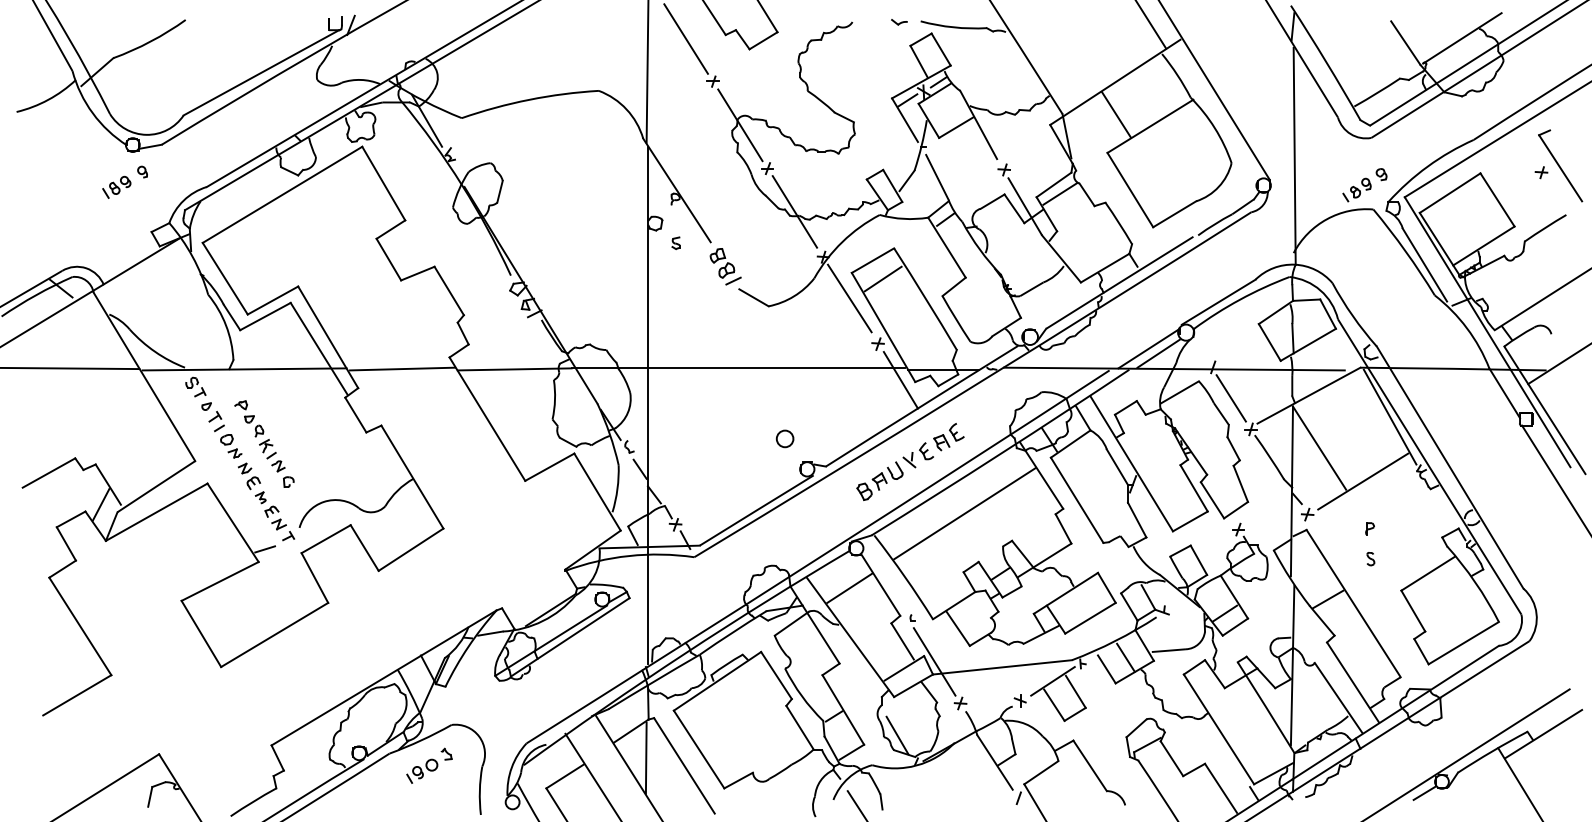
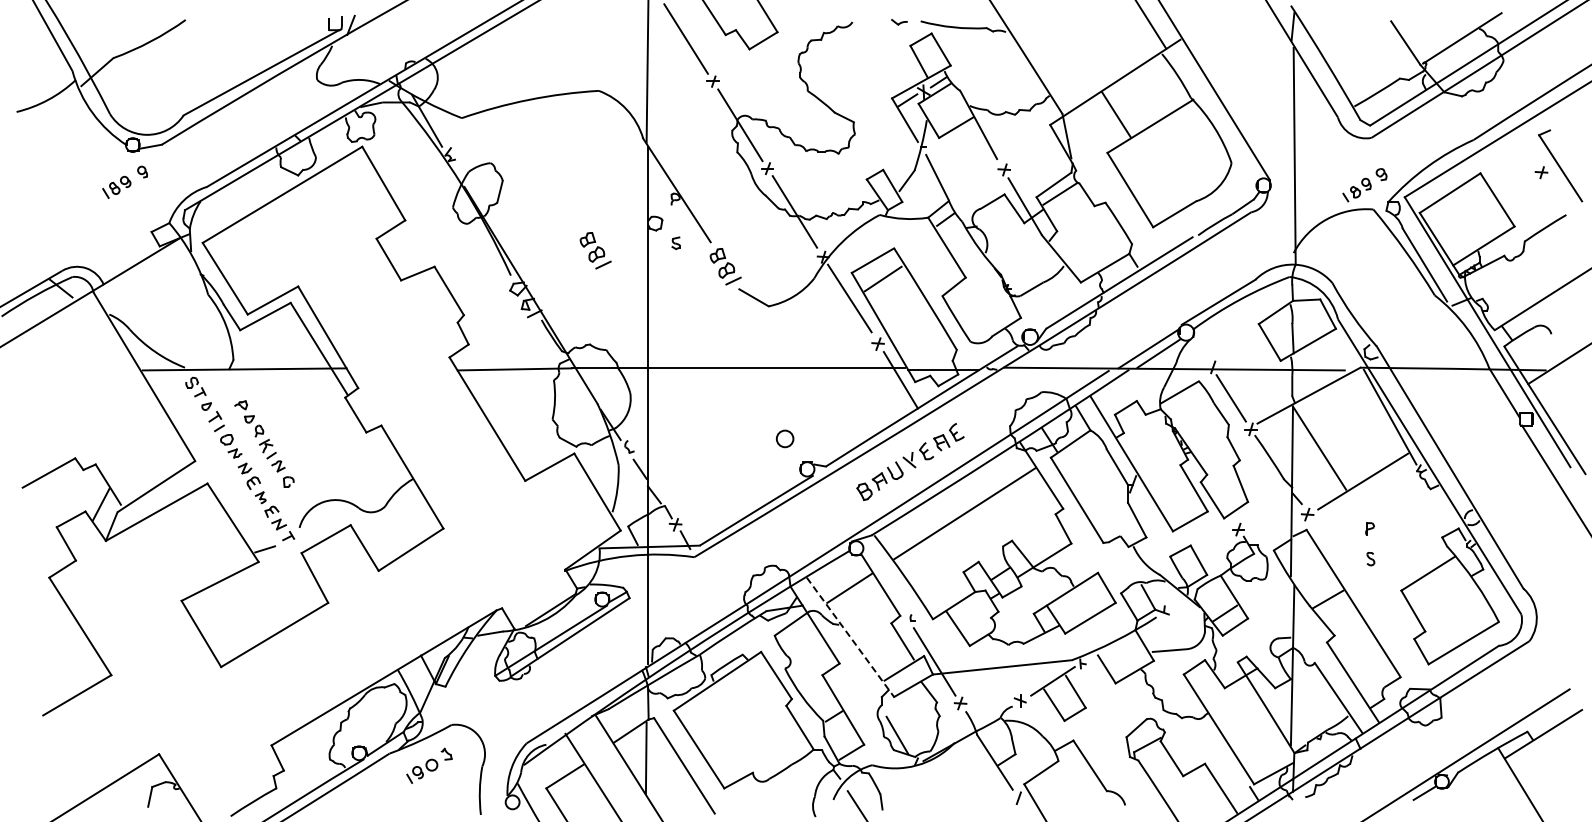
part at (595, 250): none -> present
line at (70, 368): present -> none
line at (402, 368): present -> none
line at (850, 637): solid -> dashed
line at (1125, 657): present -> none
